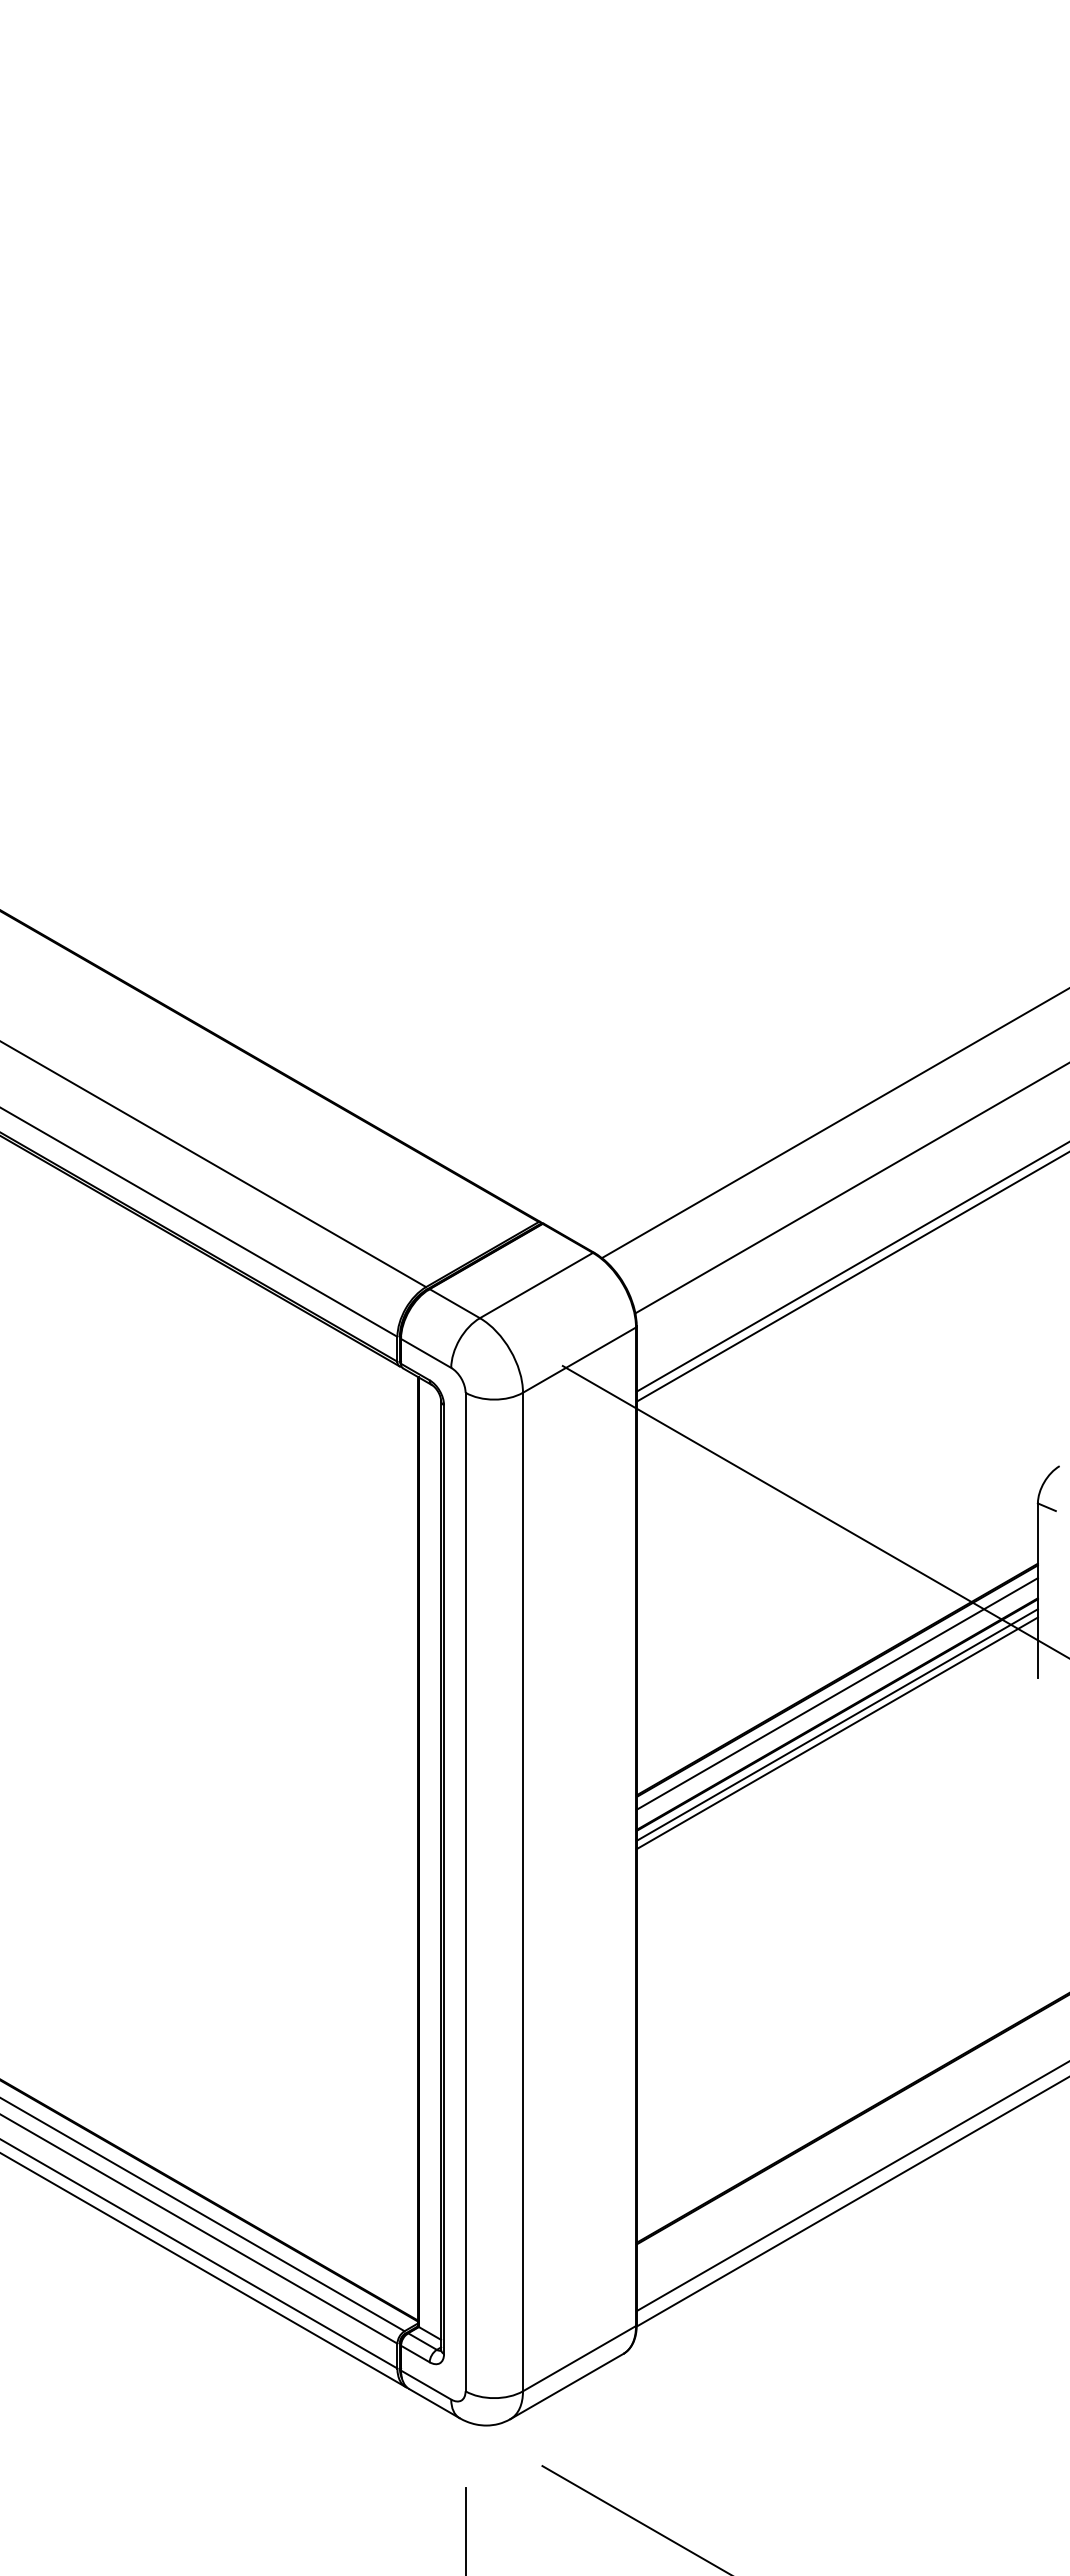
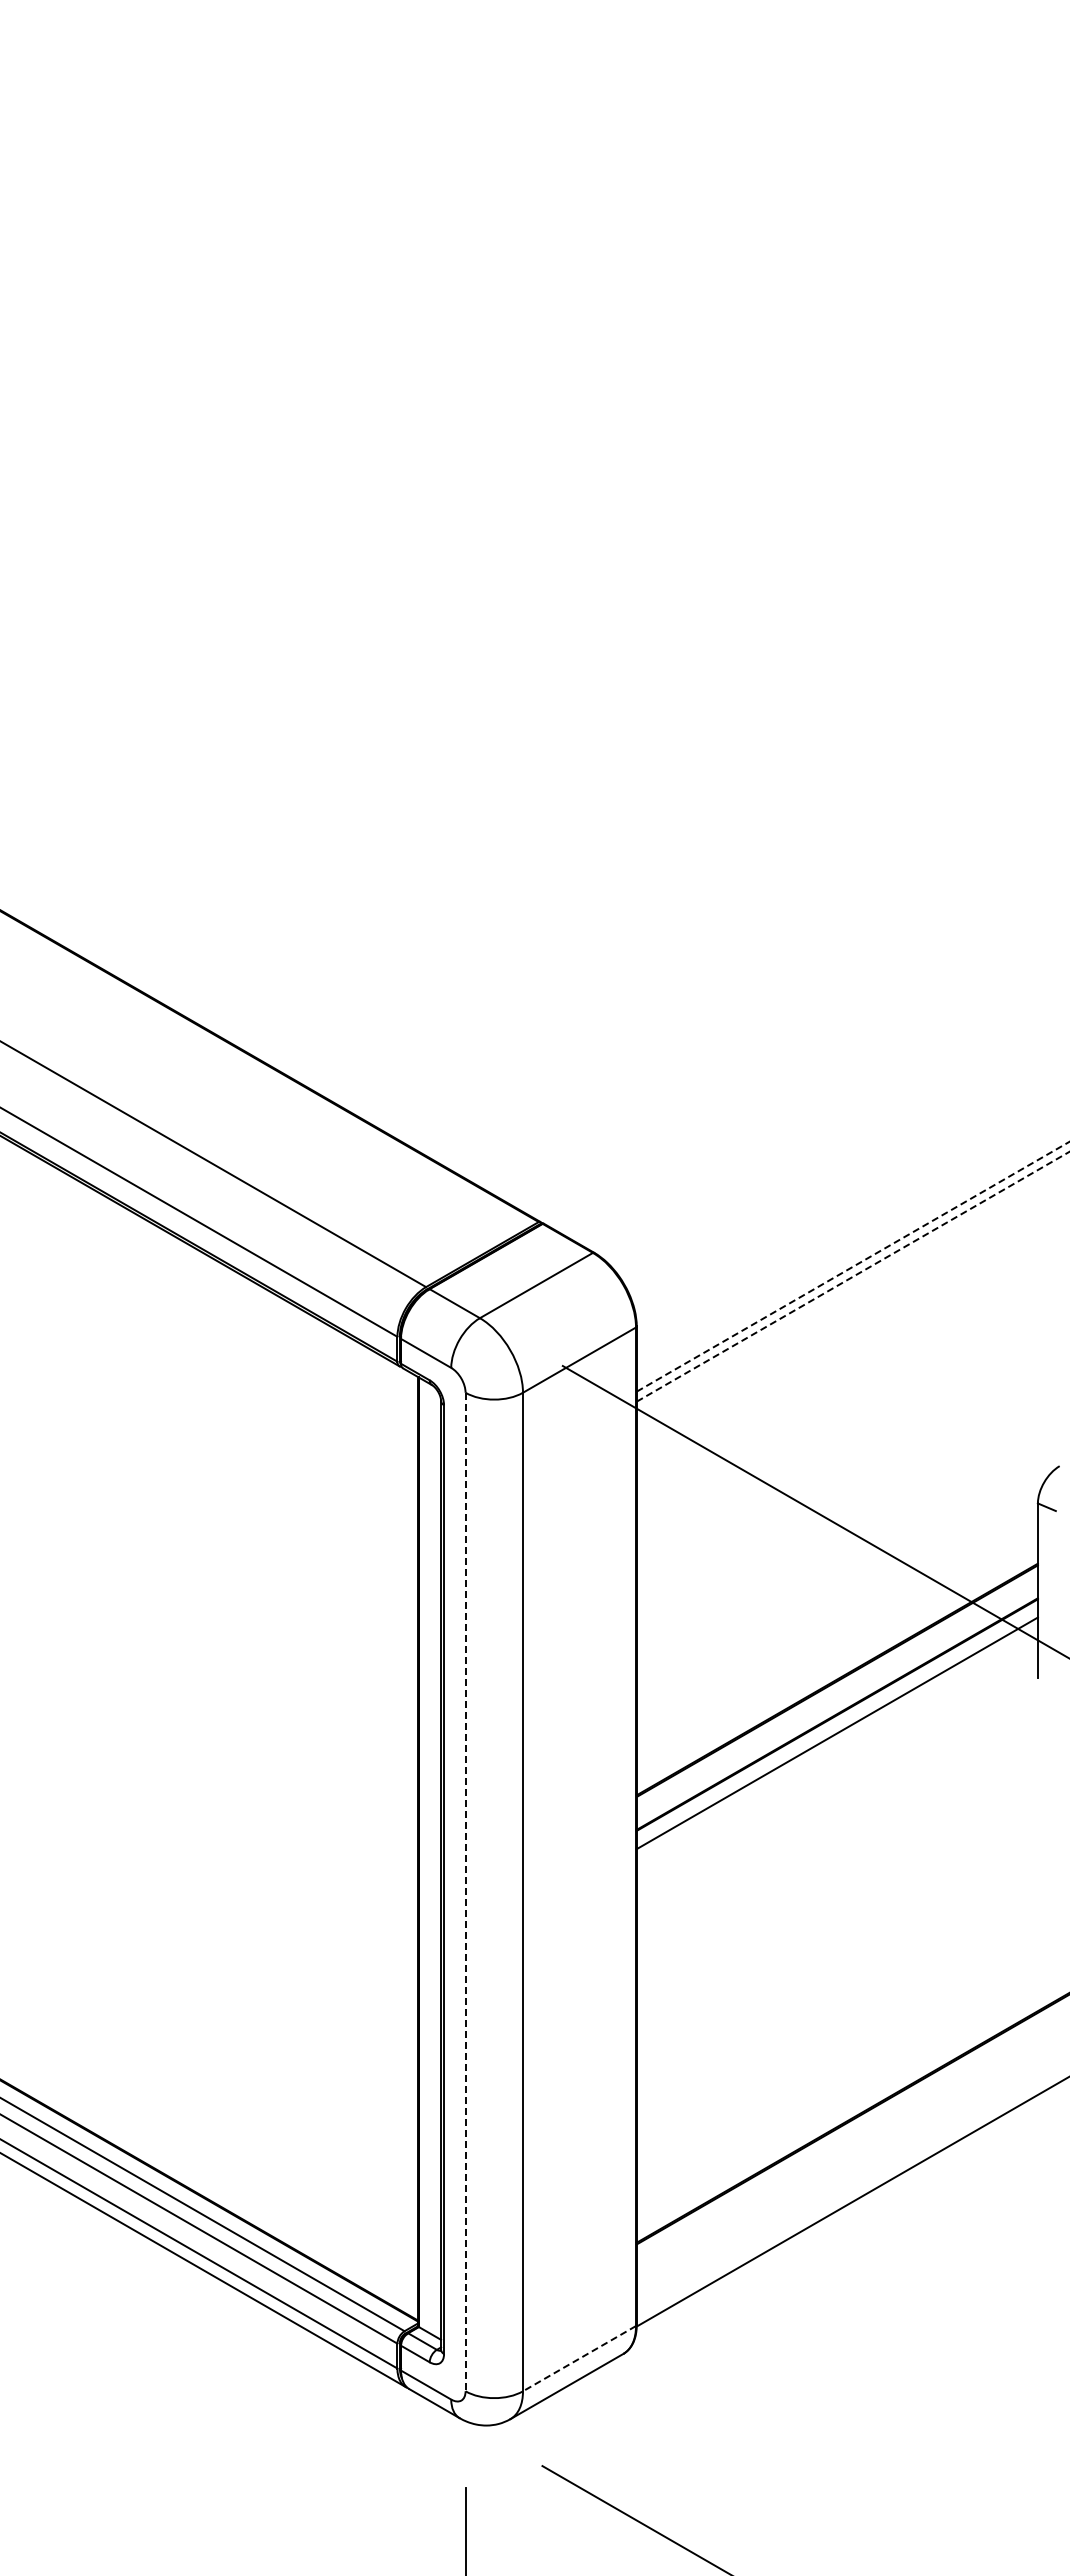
line at (833, 1124): present -> none
line at (850, 1188): present -> none
line at (853, 1266): solid -> dashed
line at (853, 1276): solid -> dashed
line at (836, 1693): present -> none
line at (836, 1724): present -> none
line at (465, 1892): solid -> dashed
line at (851, 2187): present -> none
line at (579, 2358): solid -> dashed
